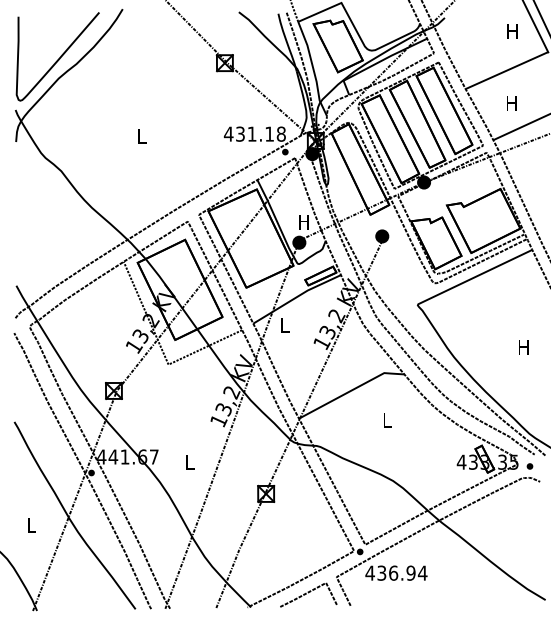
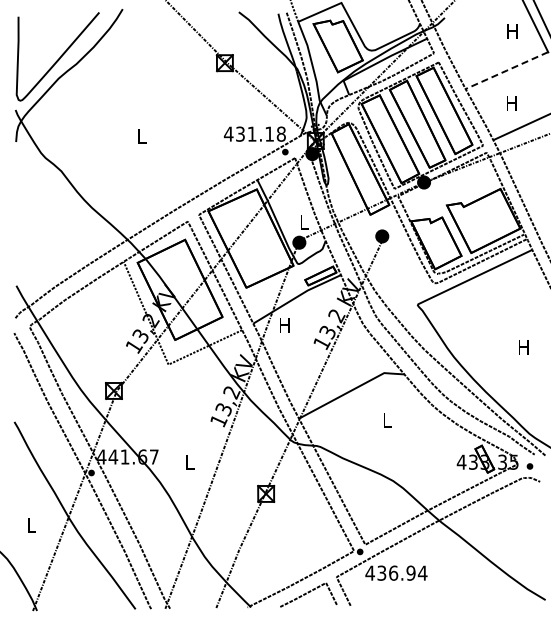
line at (506, 70): solid -> dashed
text at (303, 222): H -> L
text at (284, 325): L -> H
